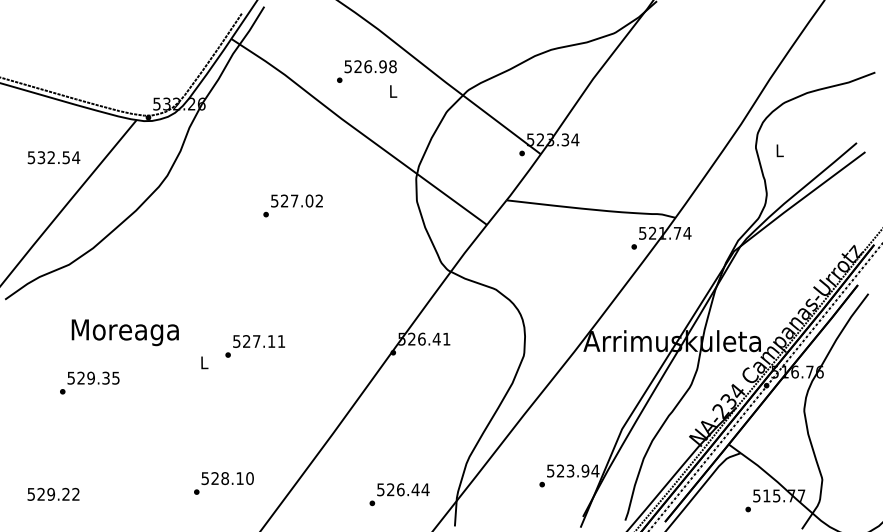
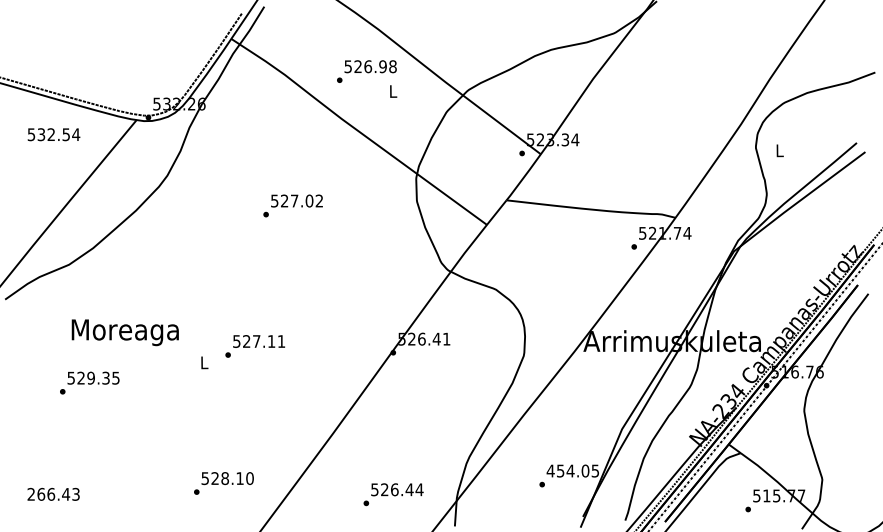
text at (53, 157) position: (53, 157) -> (53, 134)
text at (572, 470): 523.94 -> 454.05
text at (53, 493): 529.22 -> 266.43
text at (399, 494) position: (399, 494) -> (393, 494)
